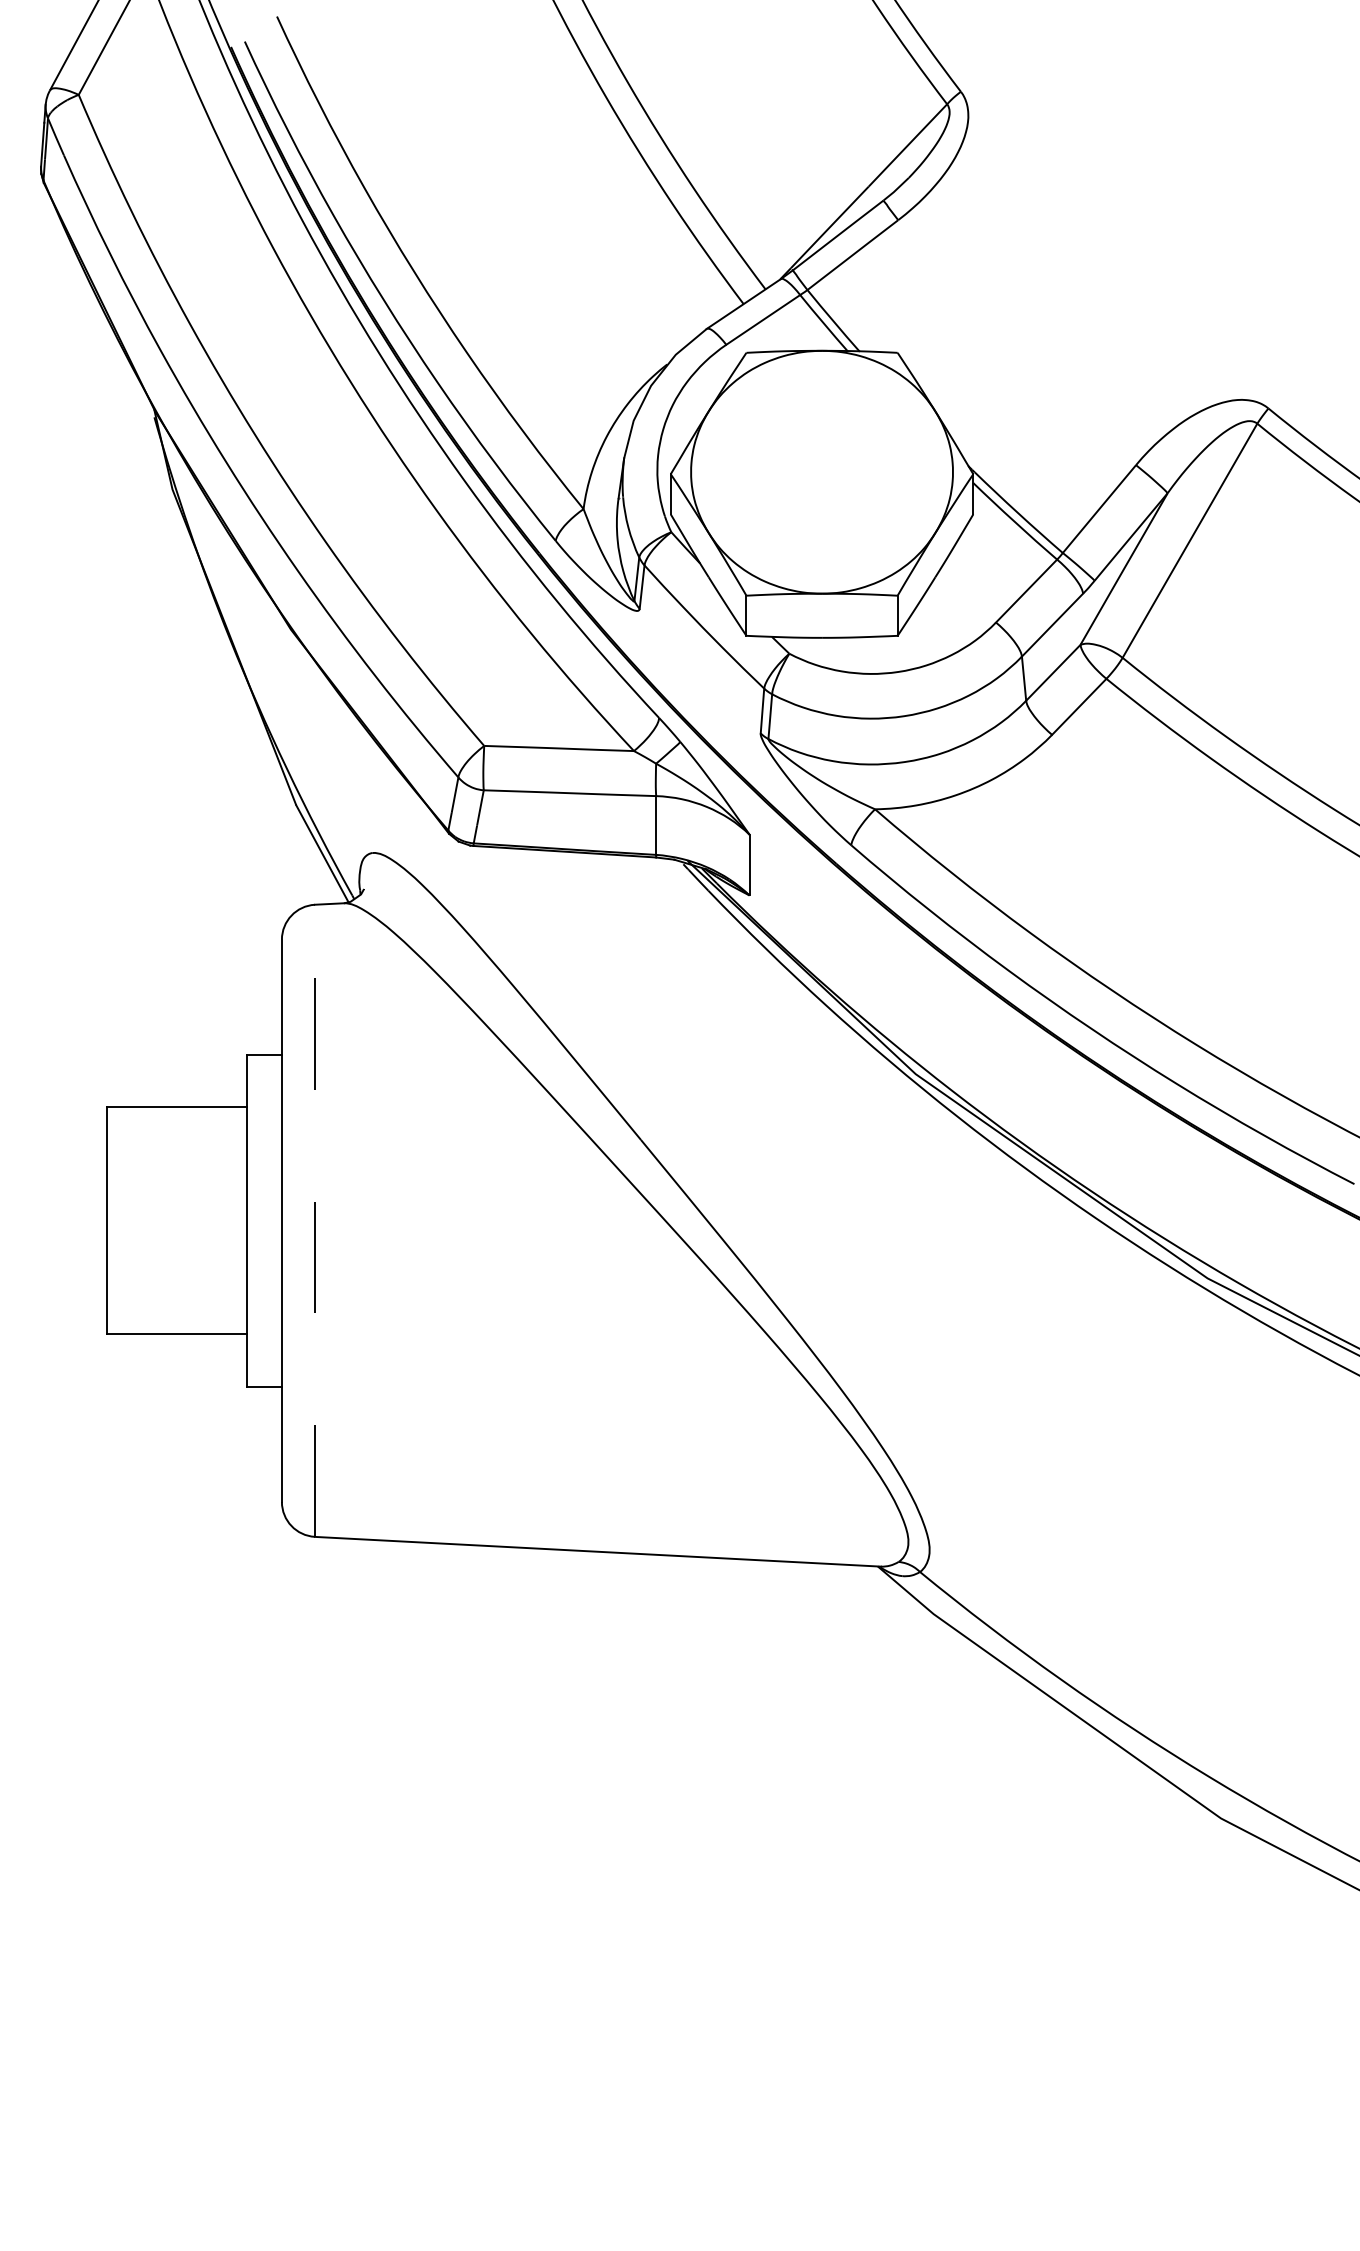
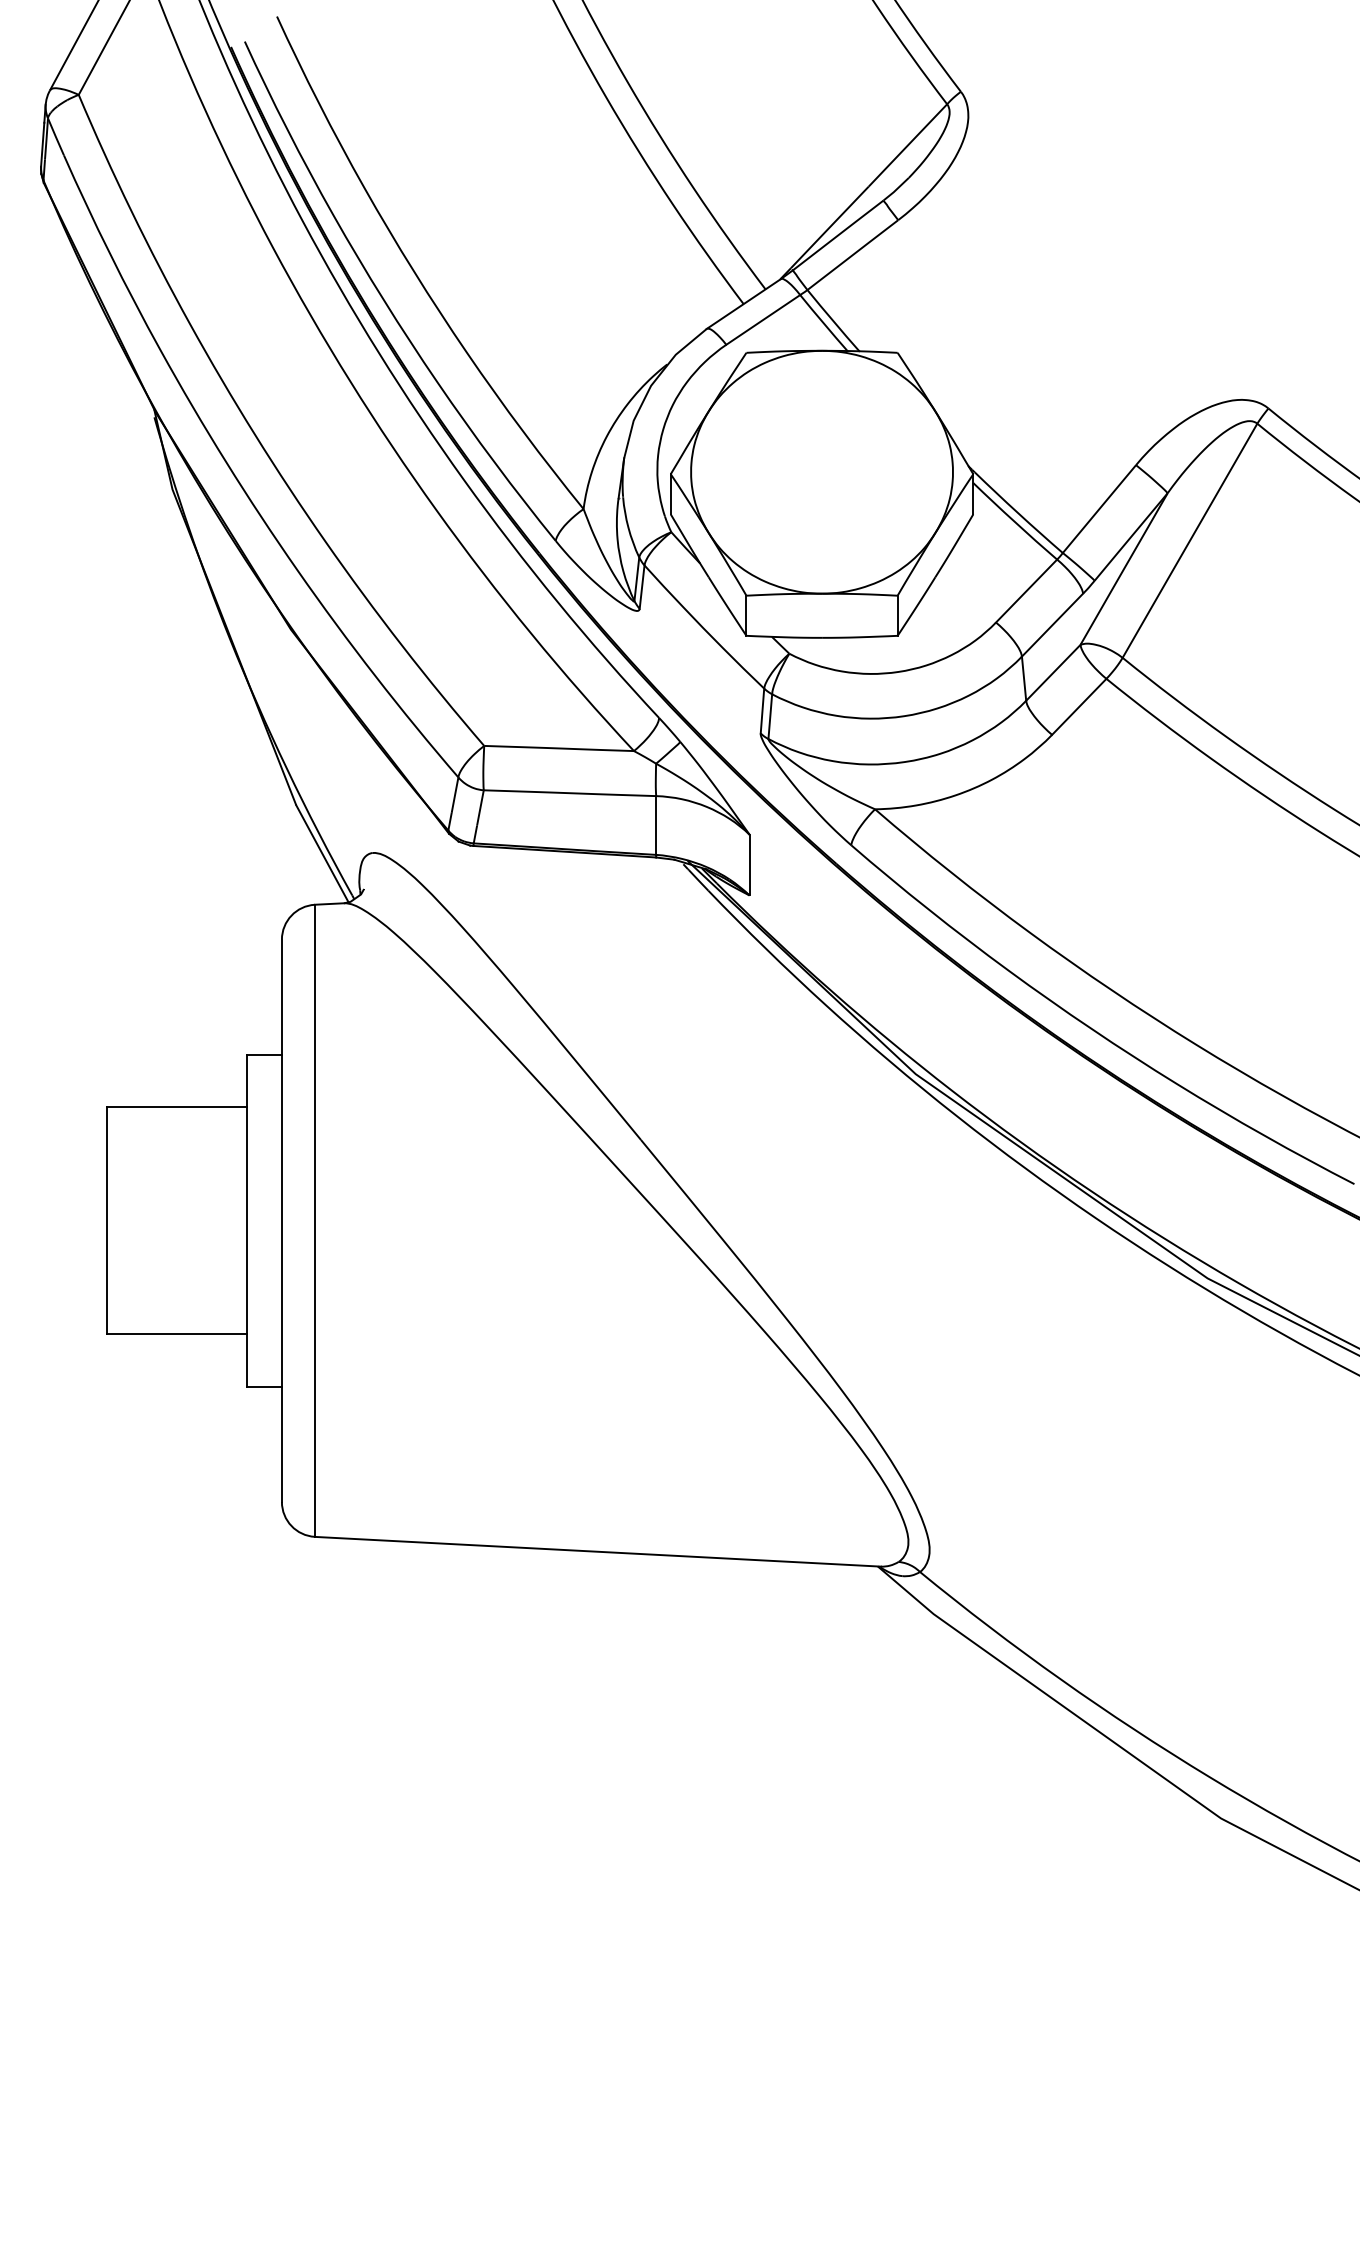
line at (314, 1220): dashed -> solid
